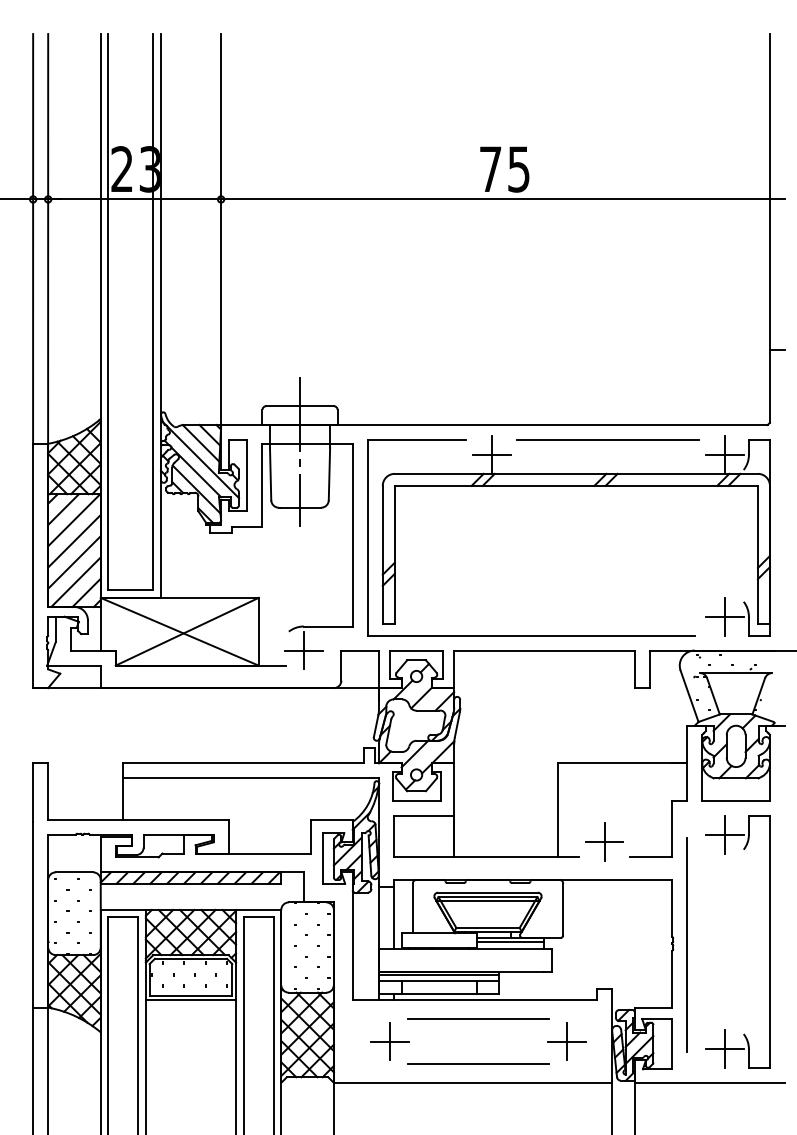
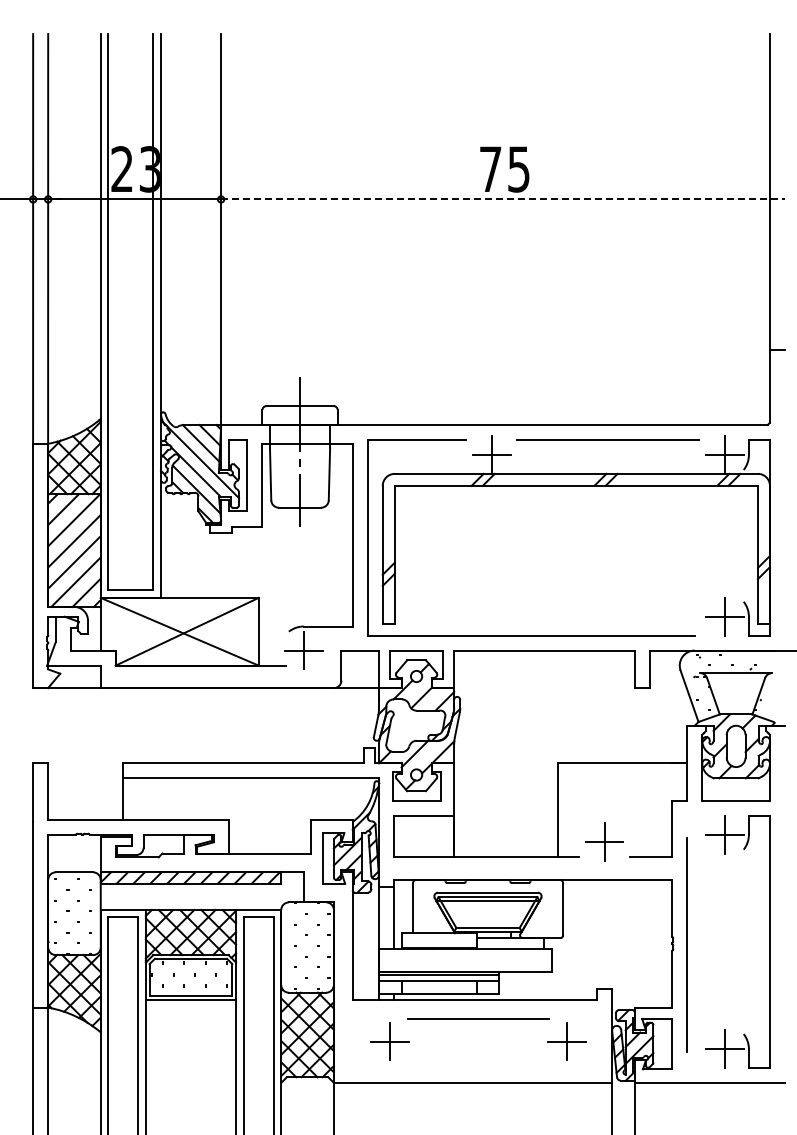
line at (503, 199): solid -> dashed
line at (510, 941): present -> none
line at (478, 1064): present -> none
